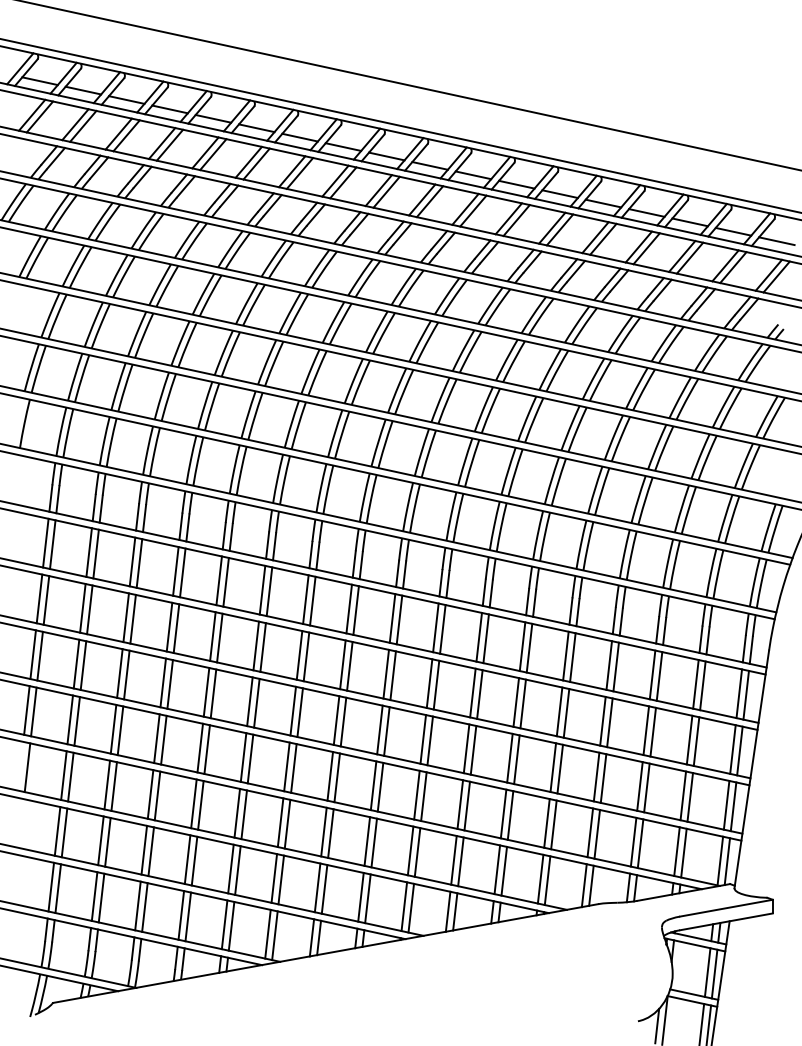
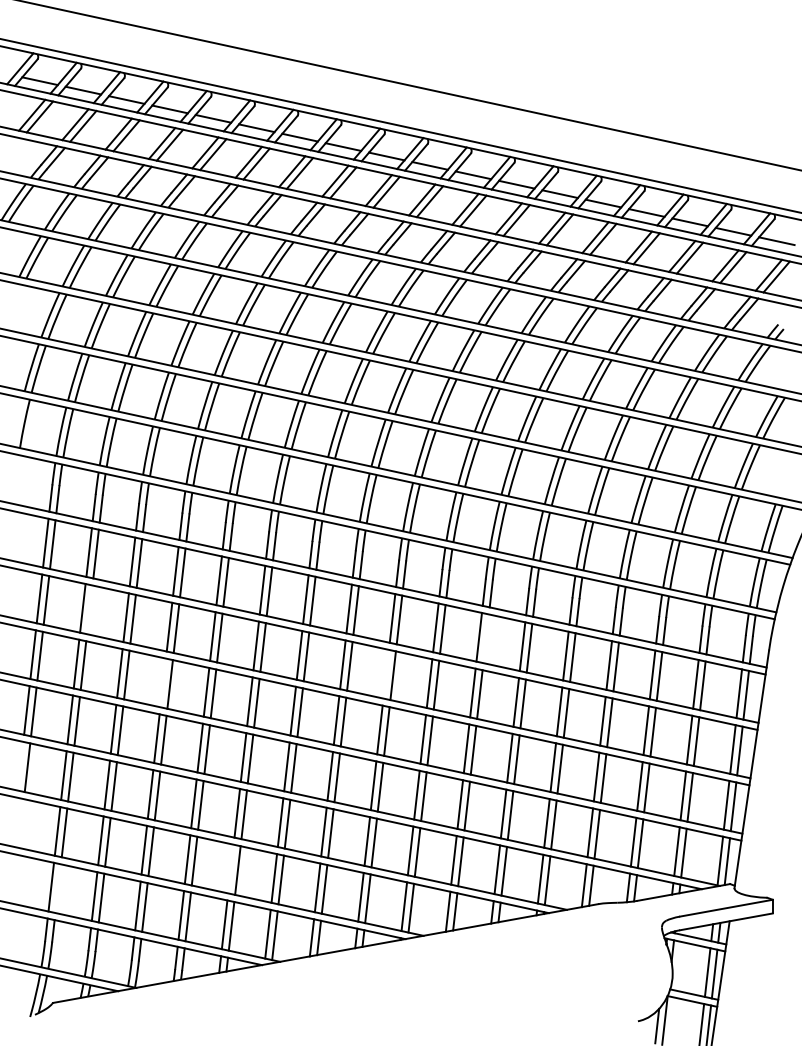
line at (89, 609): present -> none
line at (485, 638): present -> none
line at (385, 673): present -> none
line at (162, 682): present -> none
line at (230, 868): present -> none
line at (57, 888): present -> none
